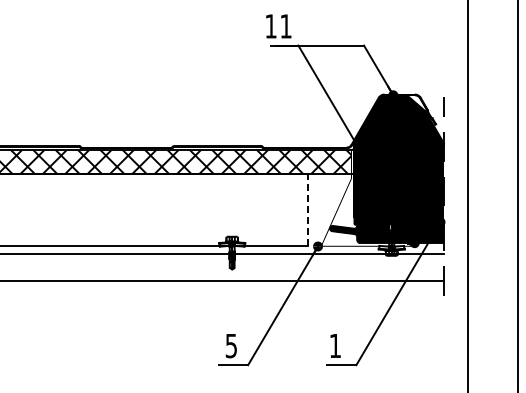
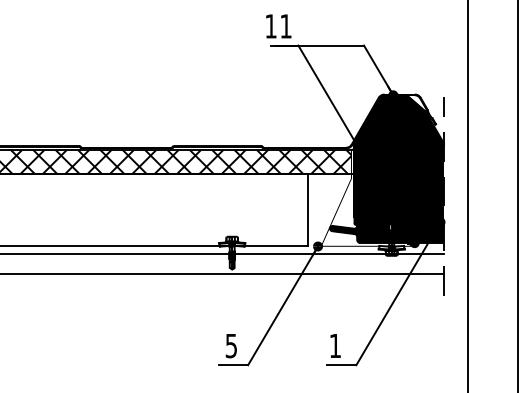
line at (308, 209): dashed -> solid
line at (222, 281) position: (222, 281) -> (222, 274)
